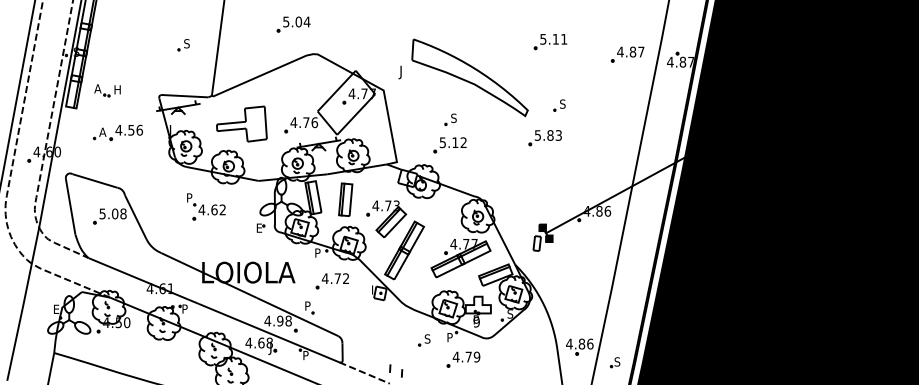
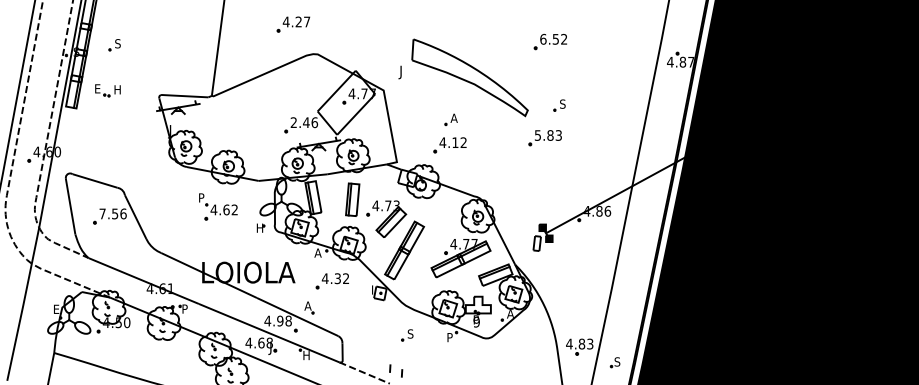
text at (296, 21): 5.04 -> 4.27
text at (553, 38): 5.11 -> 6.52
part at (183, 45) position: (183, 45) -> (114, 45)
part at (627, 54): present -> none
text at (97, 88): A -> E
text at (453, 117): S -> A
text at (299, 122): 4.76 -> 2.46
part at (241, 123): present -> none
part at (117, 132): present -> none
text at (442, 142): 5.12 -> 4.12
part at (345, 199) position: (345, 199) -> (352, 199)
part at (206, 206) position: (206, 206) -> (218, 206)
text at (112, 213): 5.08 -> 7.56
text at (260, 227): E -> H
text at (317, 252): P -> A
text at (337, 278): 4.72 -> 4.32
text at (307, 305): P -> A
text at (510, 313): S -> A
part at (424, 340) position: (424, 340) -> (407, 335)
text at (590, 343): 4.86 -> 4.83
text at (306, 355): P -> H
part at (463, 359): present -> none
